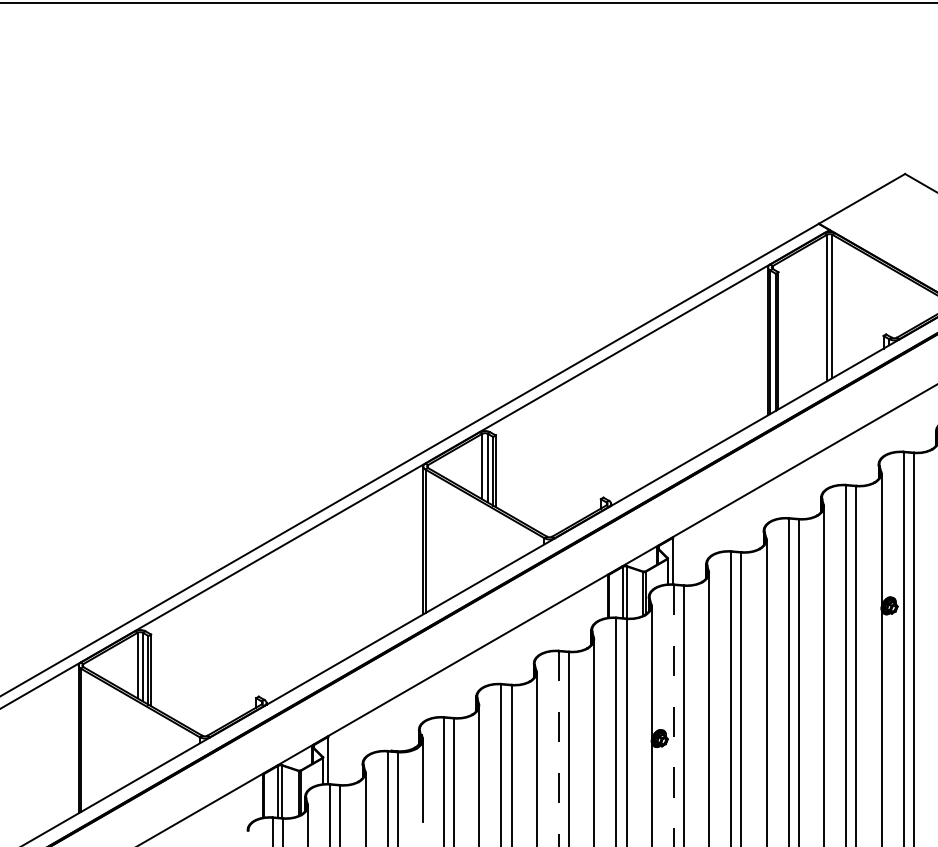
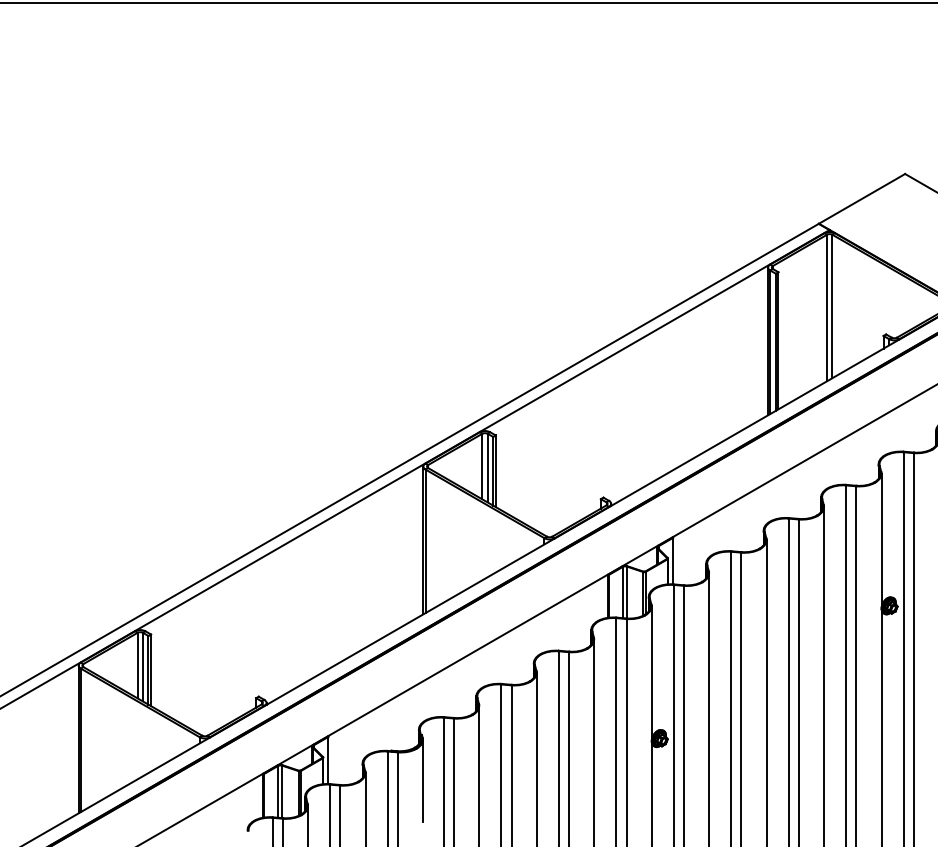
line at (673, 715): dashed -> solid
line at (558, 748): dashed -> solid
